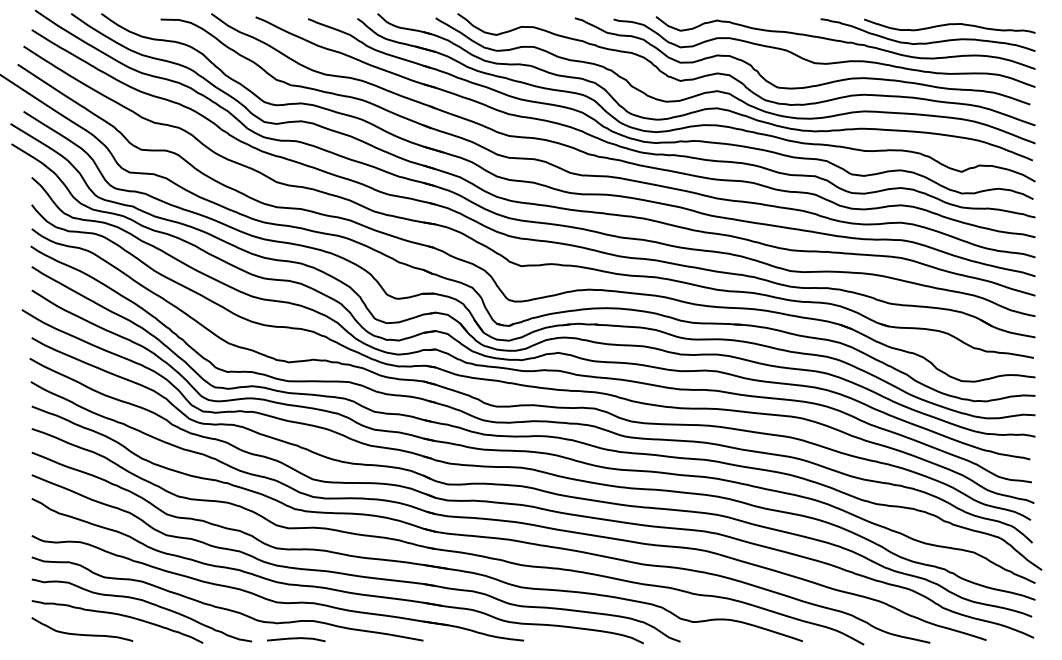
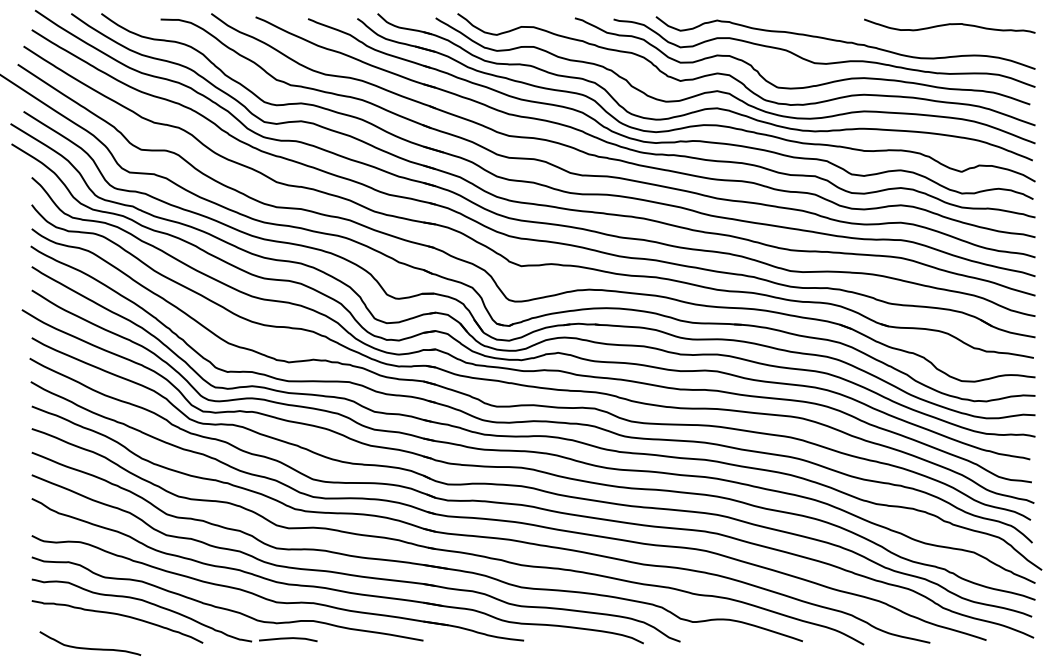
curve at (927, 42): present -> none
curve at (80, 633) position: (80, 633) -> (88, 647)
line at (296, 639) position: (296, 639) -> (288, 639)
